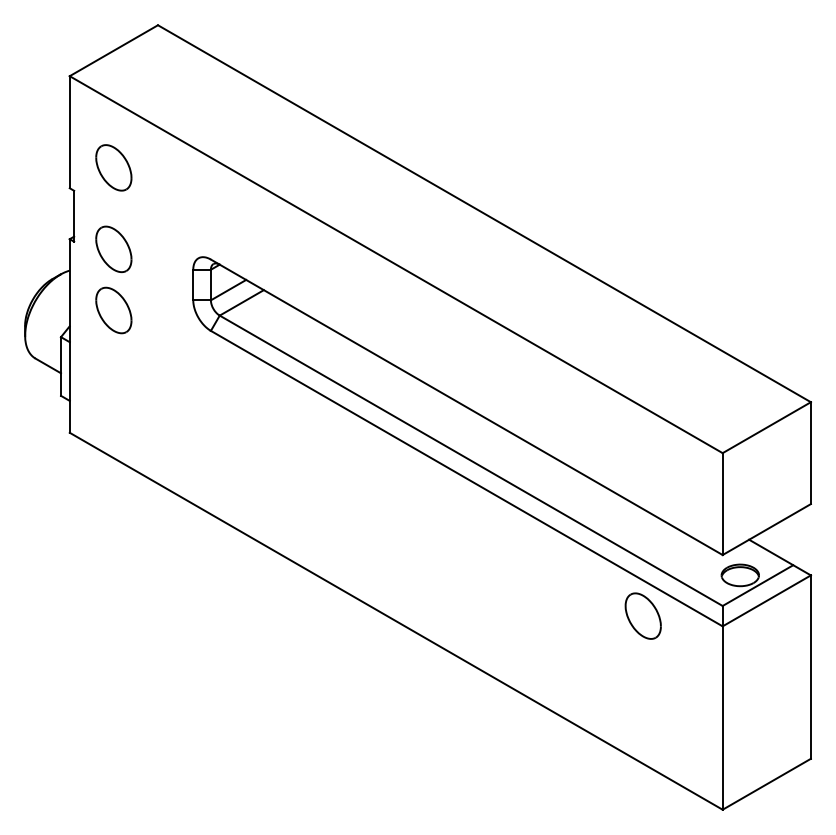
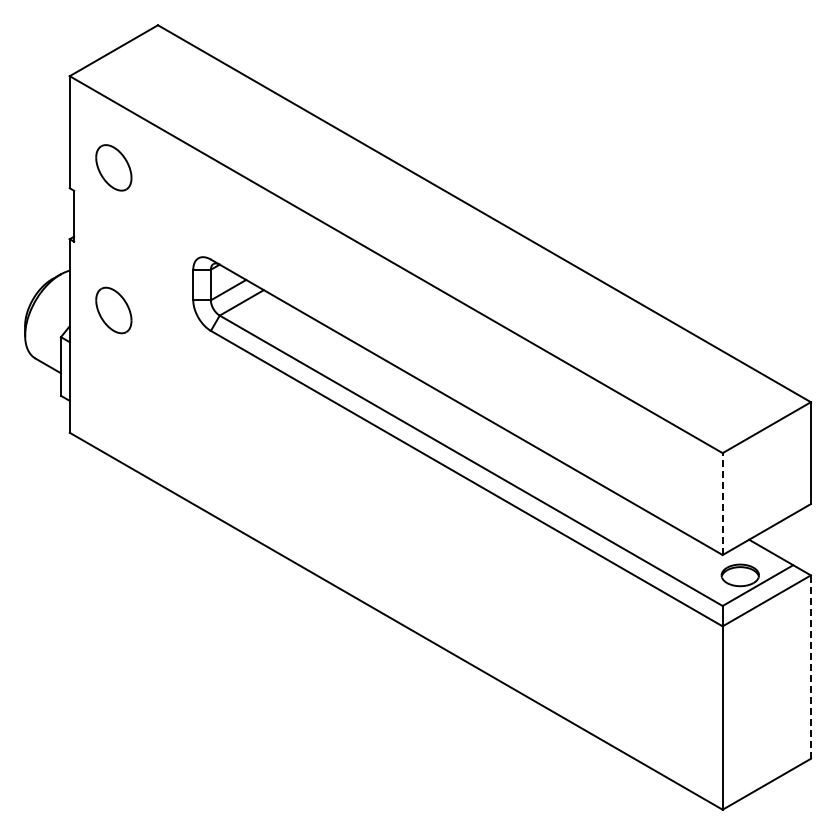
part at (113, 249): present -> none
line at (722, 504): solid -> dashed
part at (642, 615): present -> none
line at (810, 667): solid -> dashed
